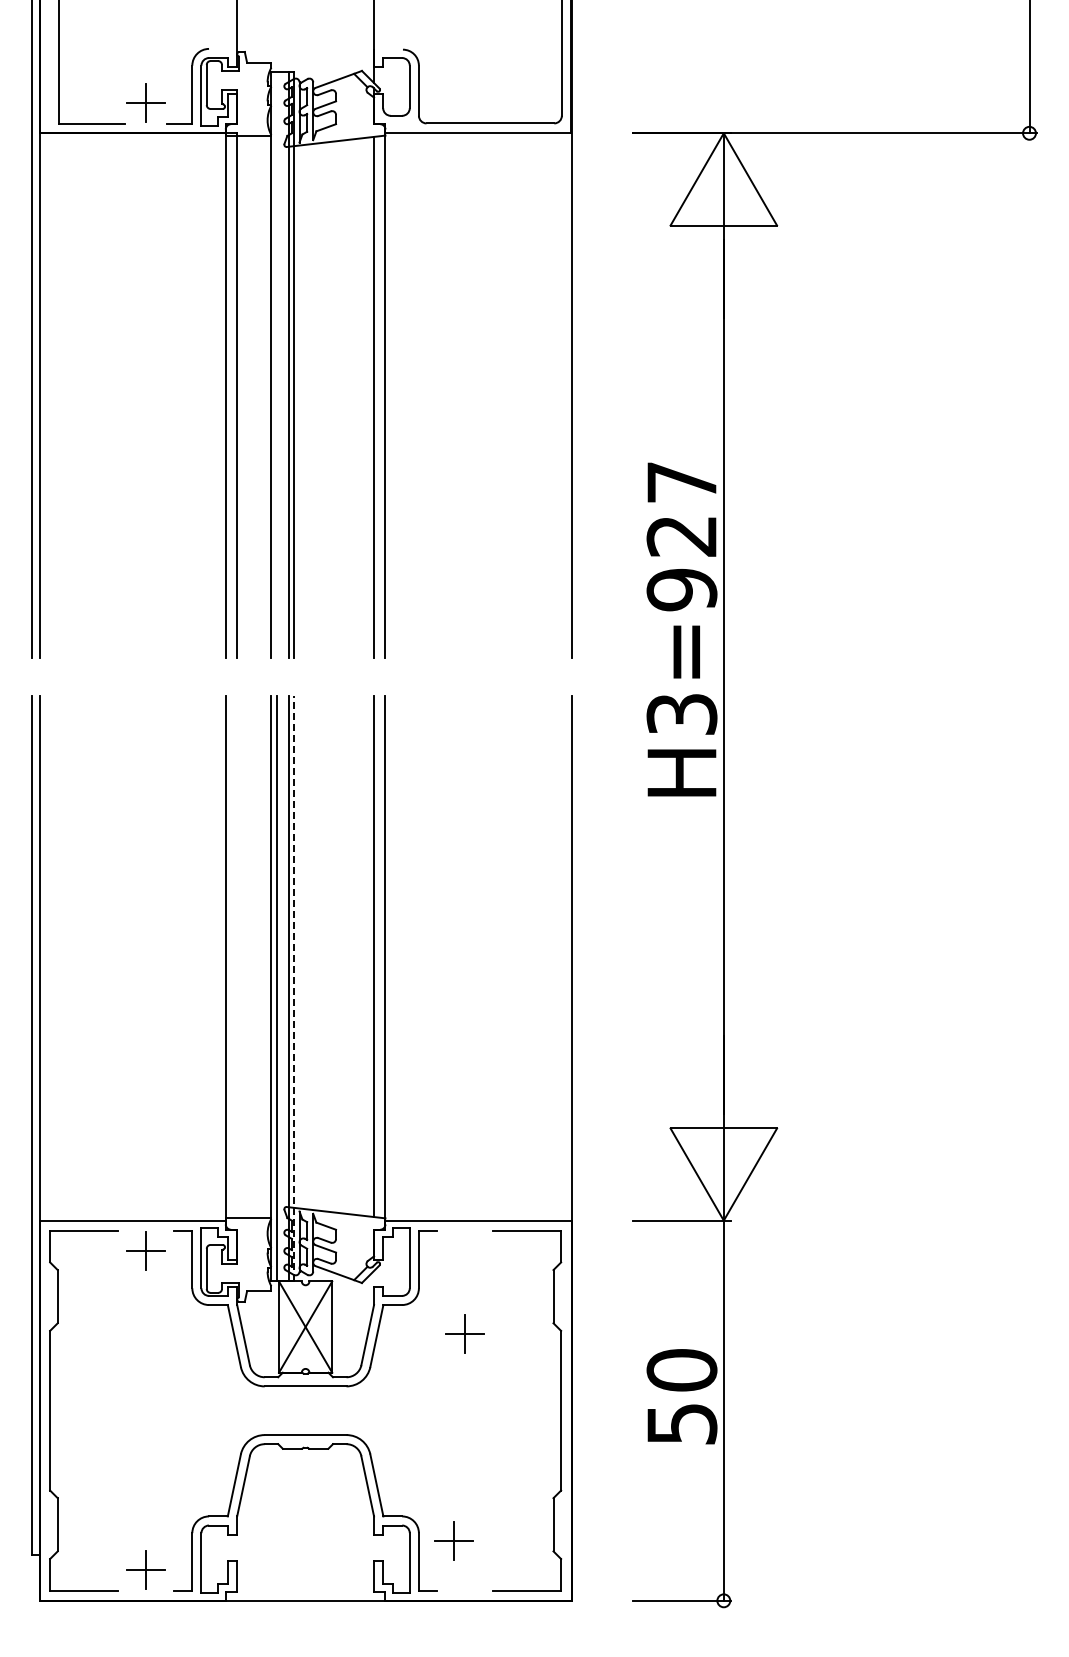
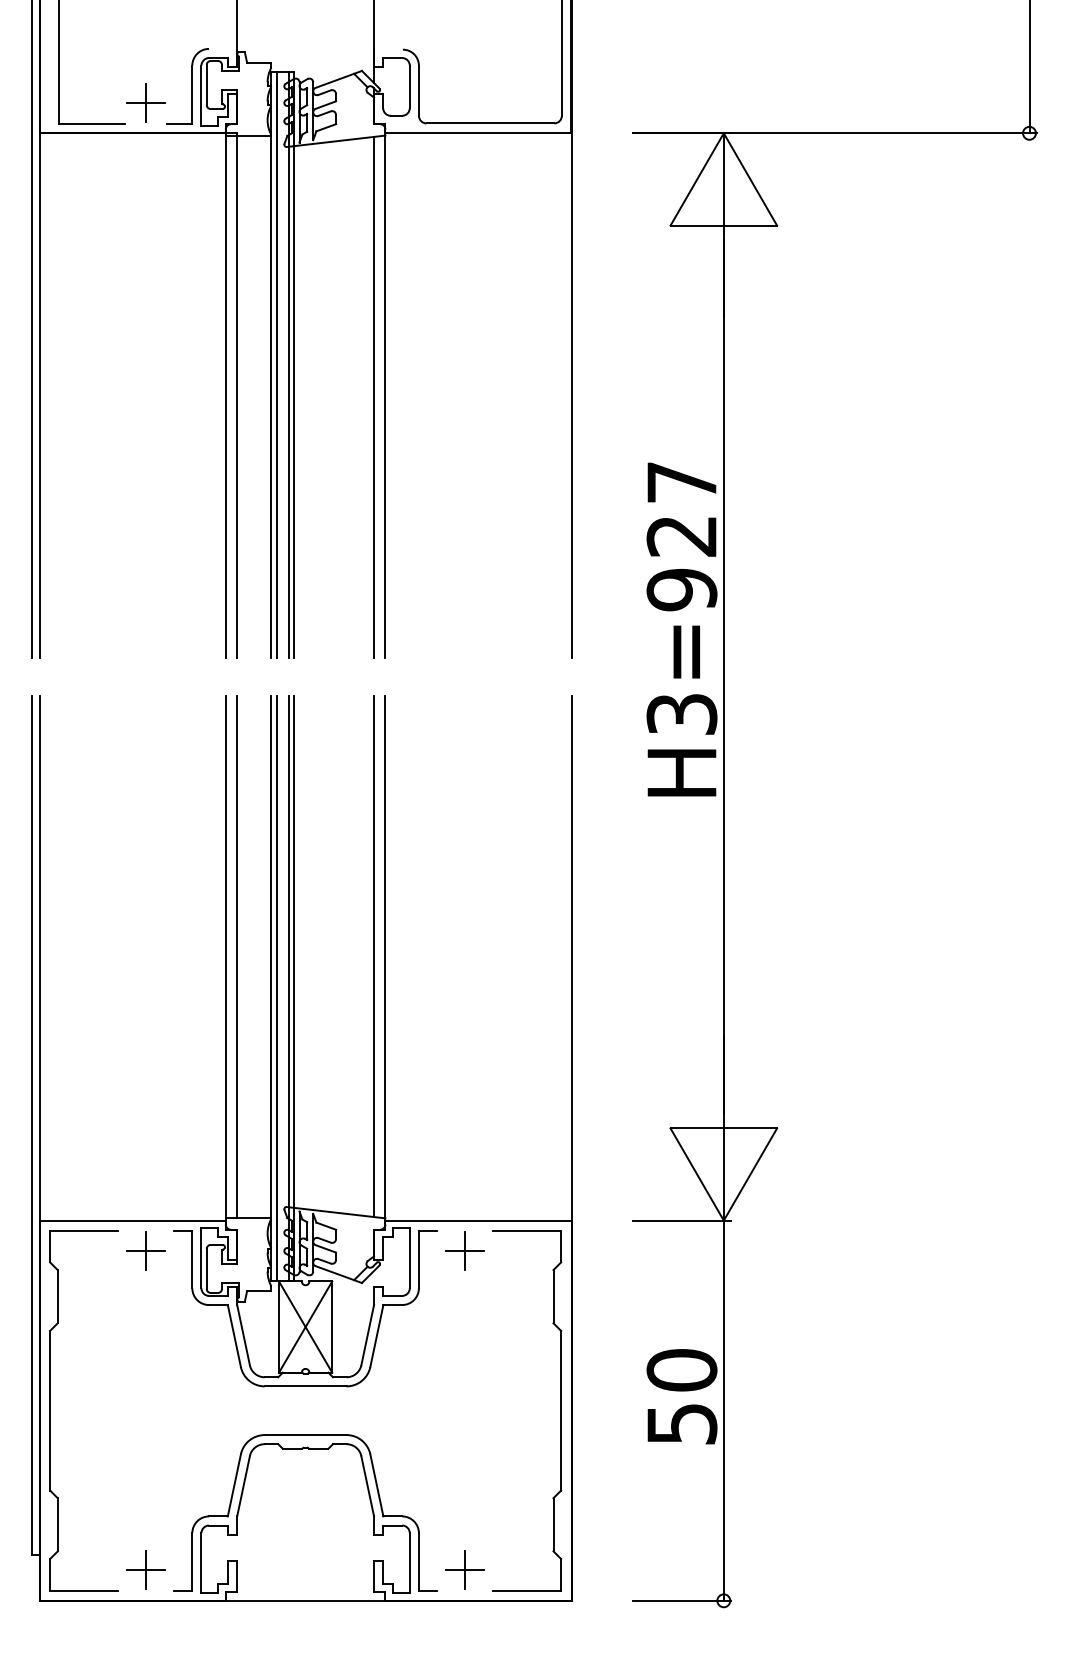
line at (276, 364): none -> present
line at (237, 956): none -> present
line at (294, 988): dashed -> solid
part at (464, 1333) position: (464, 1333) -> (464, 1250)
part at (453, 1540) position: (453, 1540) -> (464, 1569)
